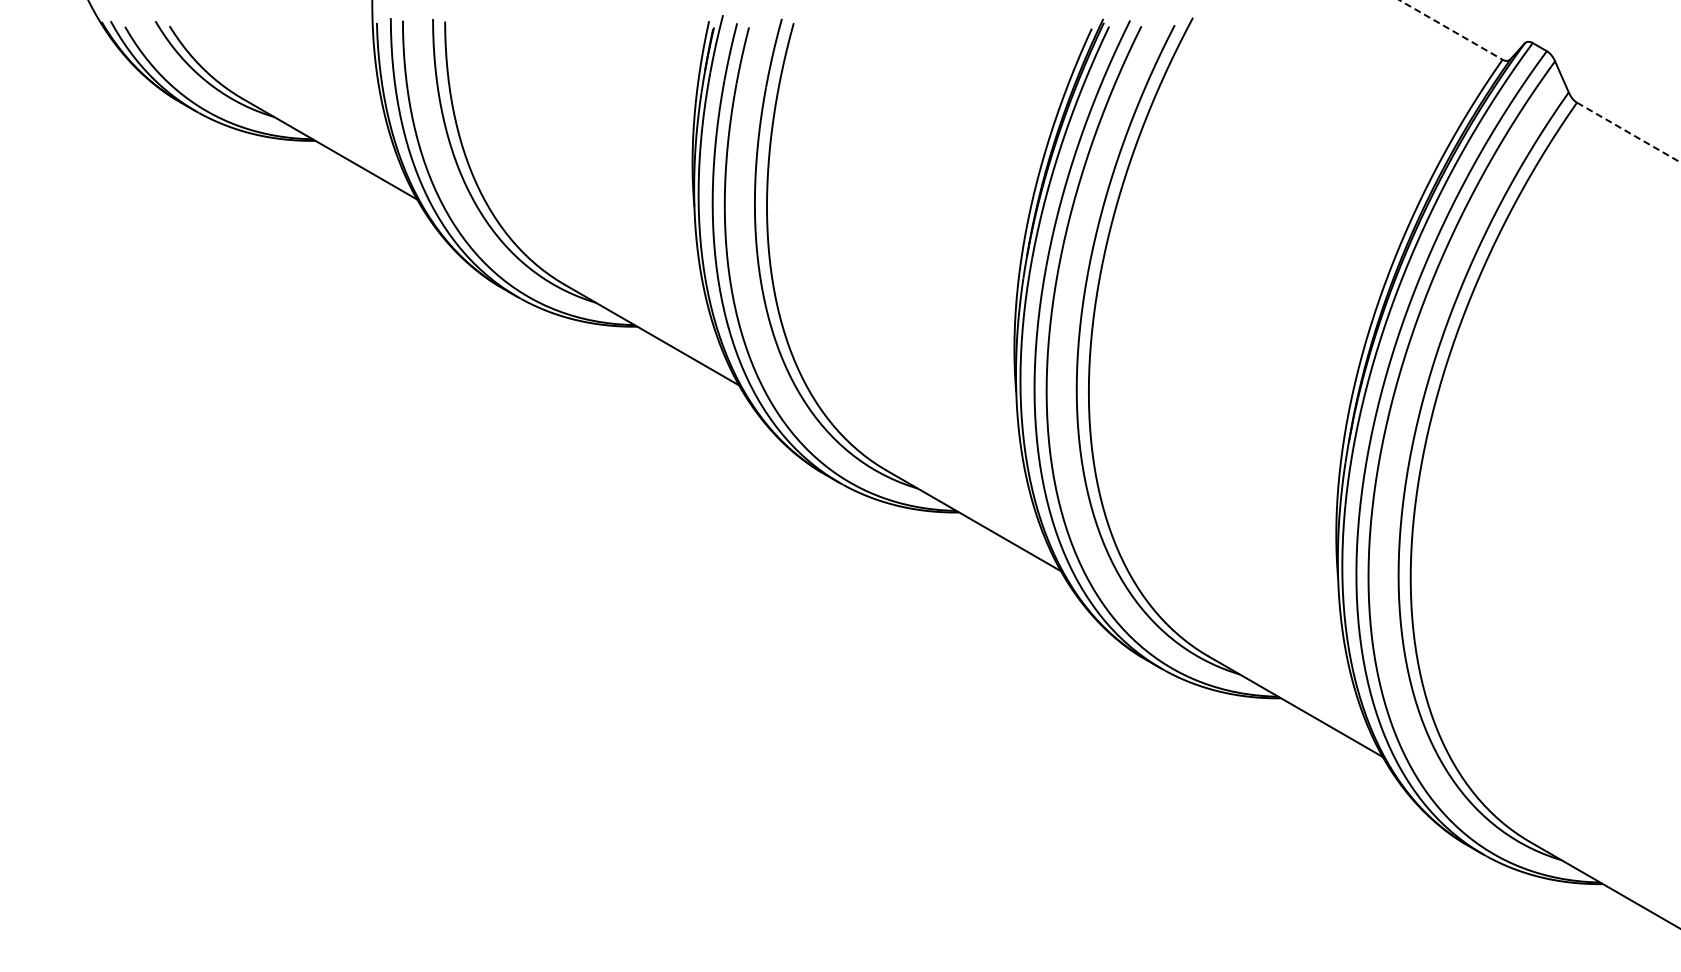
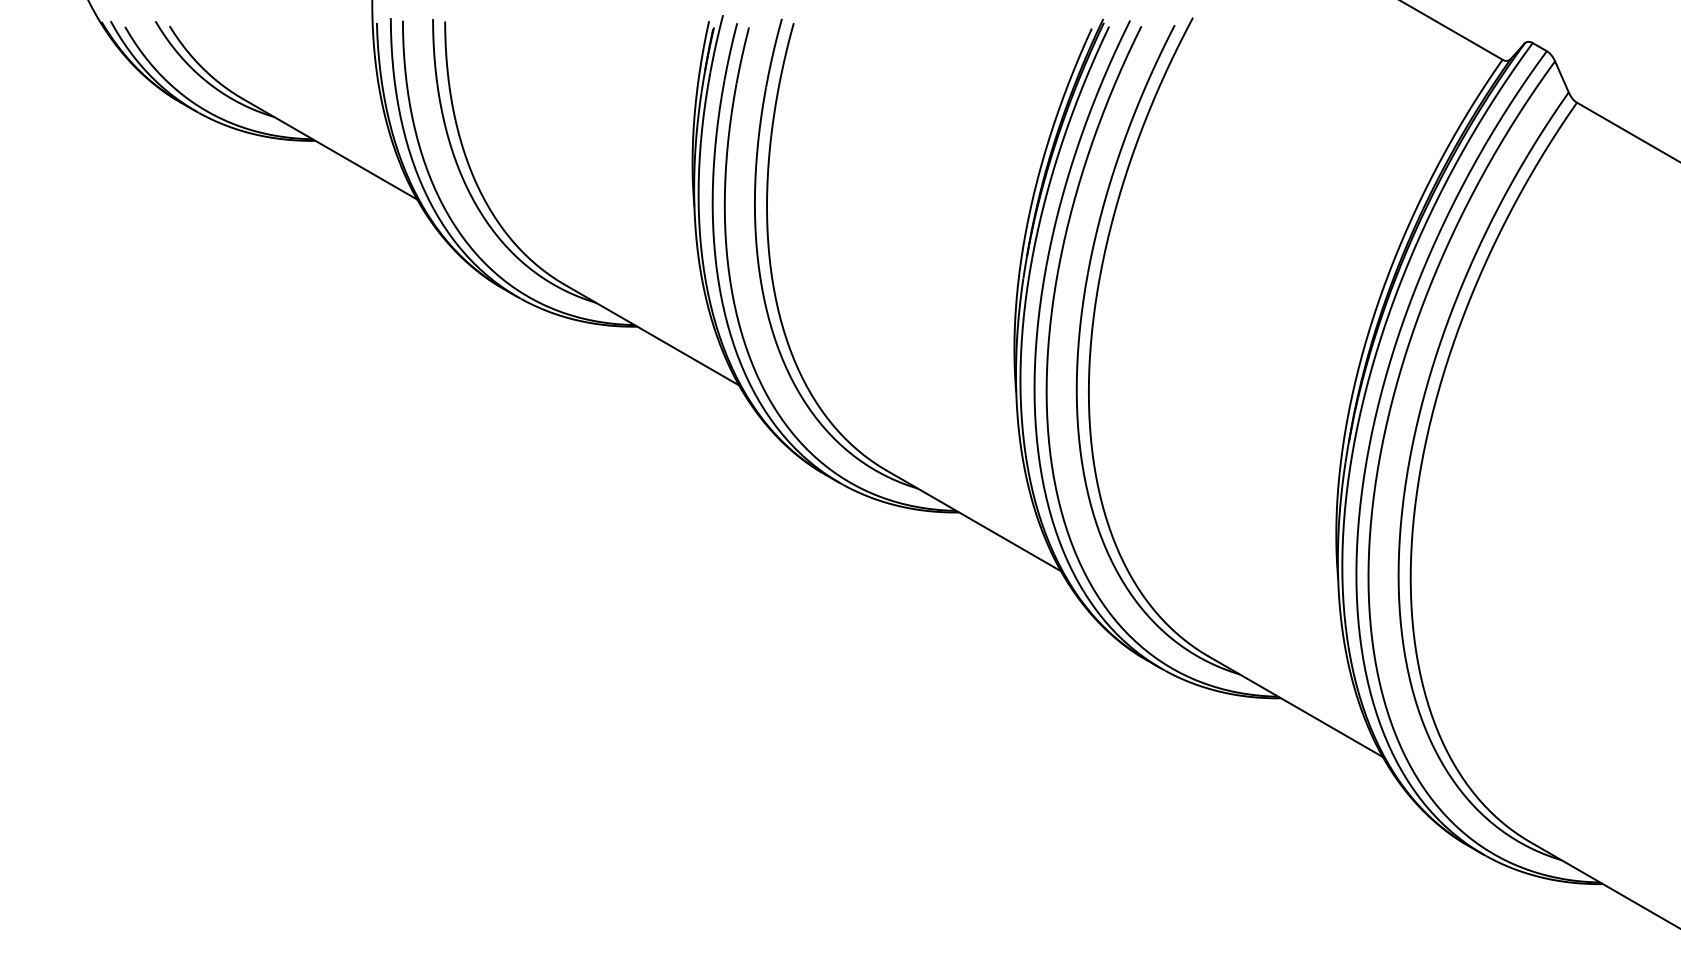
line at (1451, 30): dashed -> solid
line at (1628, 132): dashed -> solid
